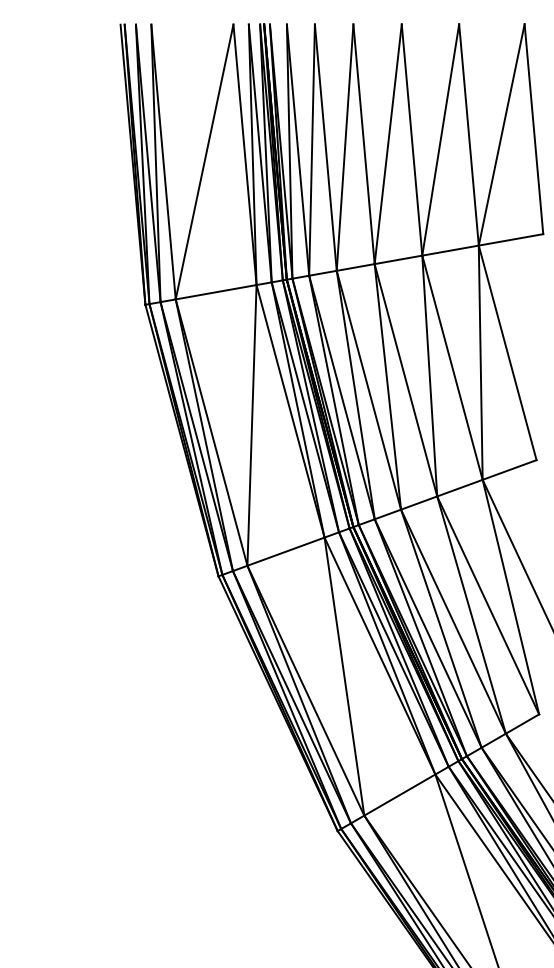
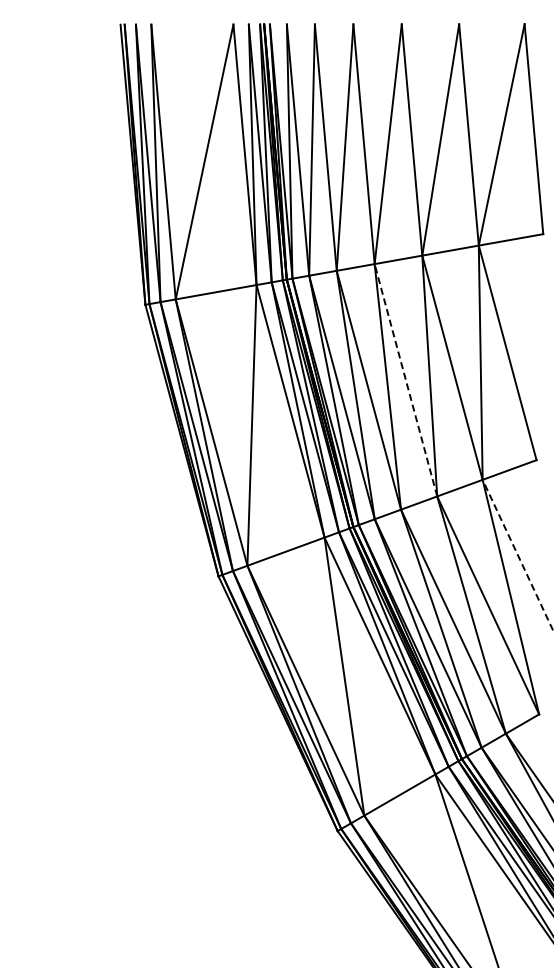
line at (405, 379): solid -> dashed
line at (518, 555): solid -> dashed
